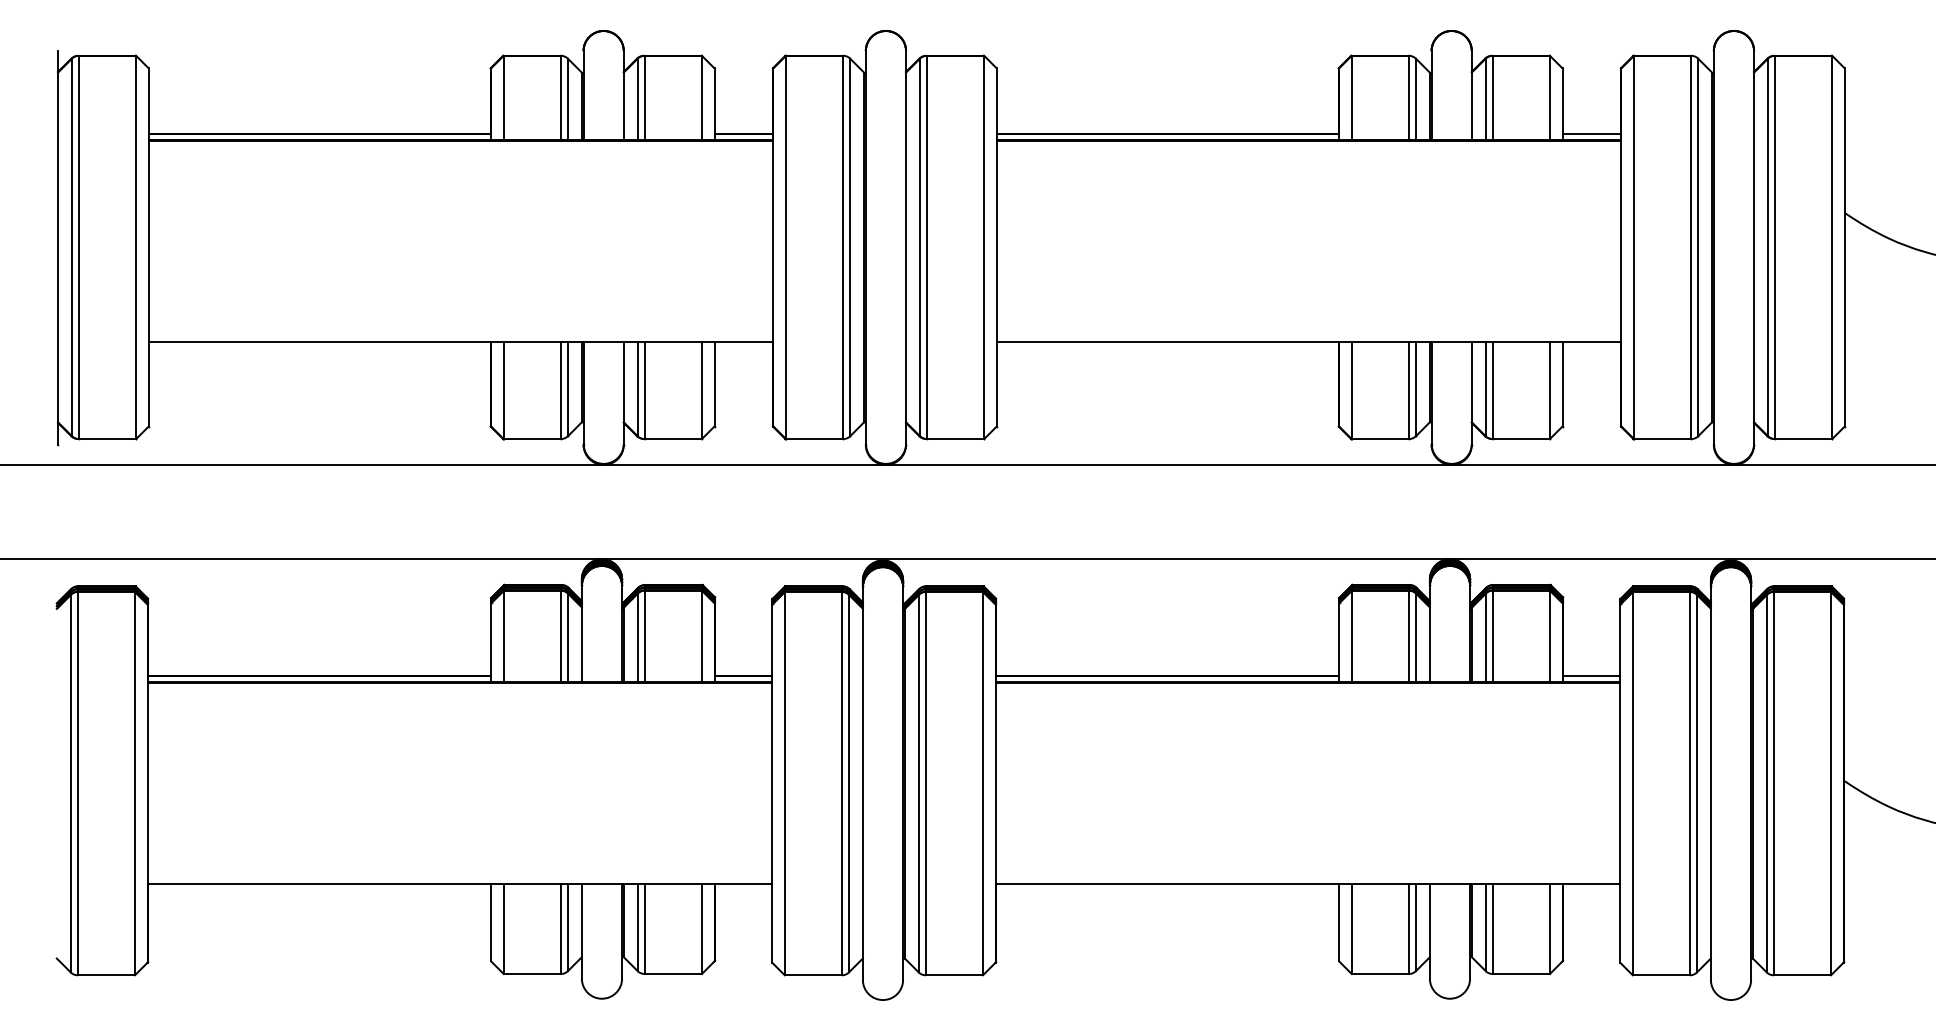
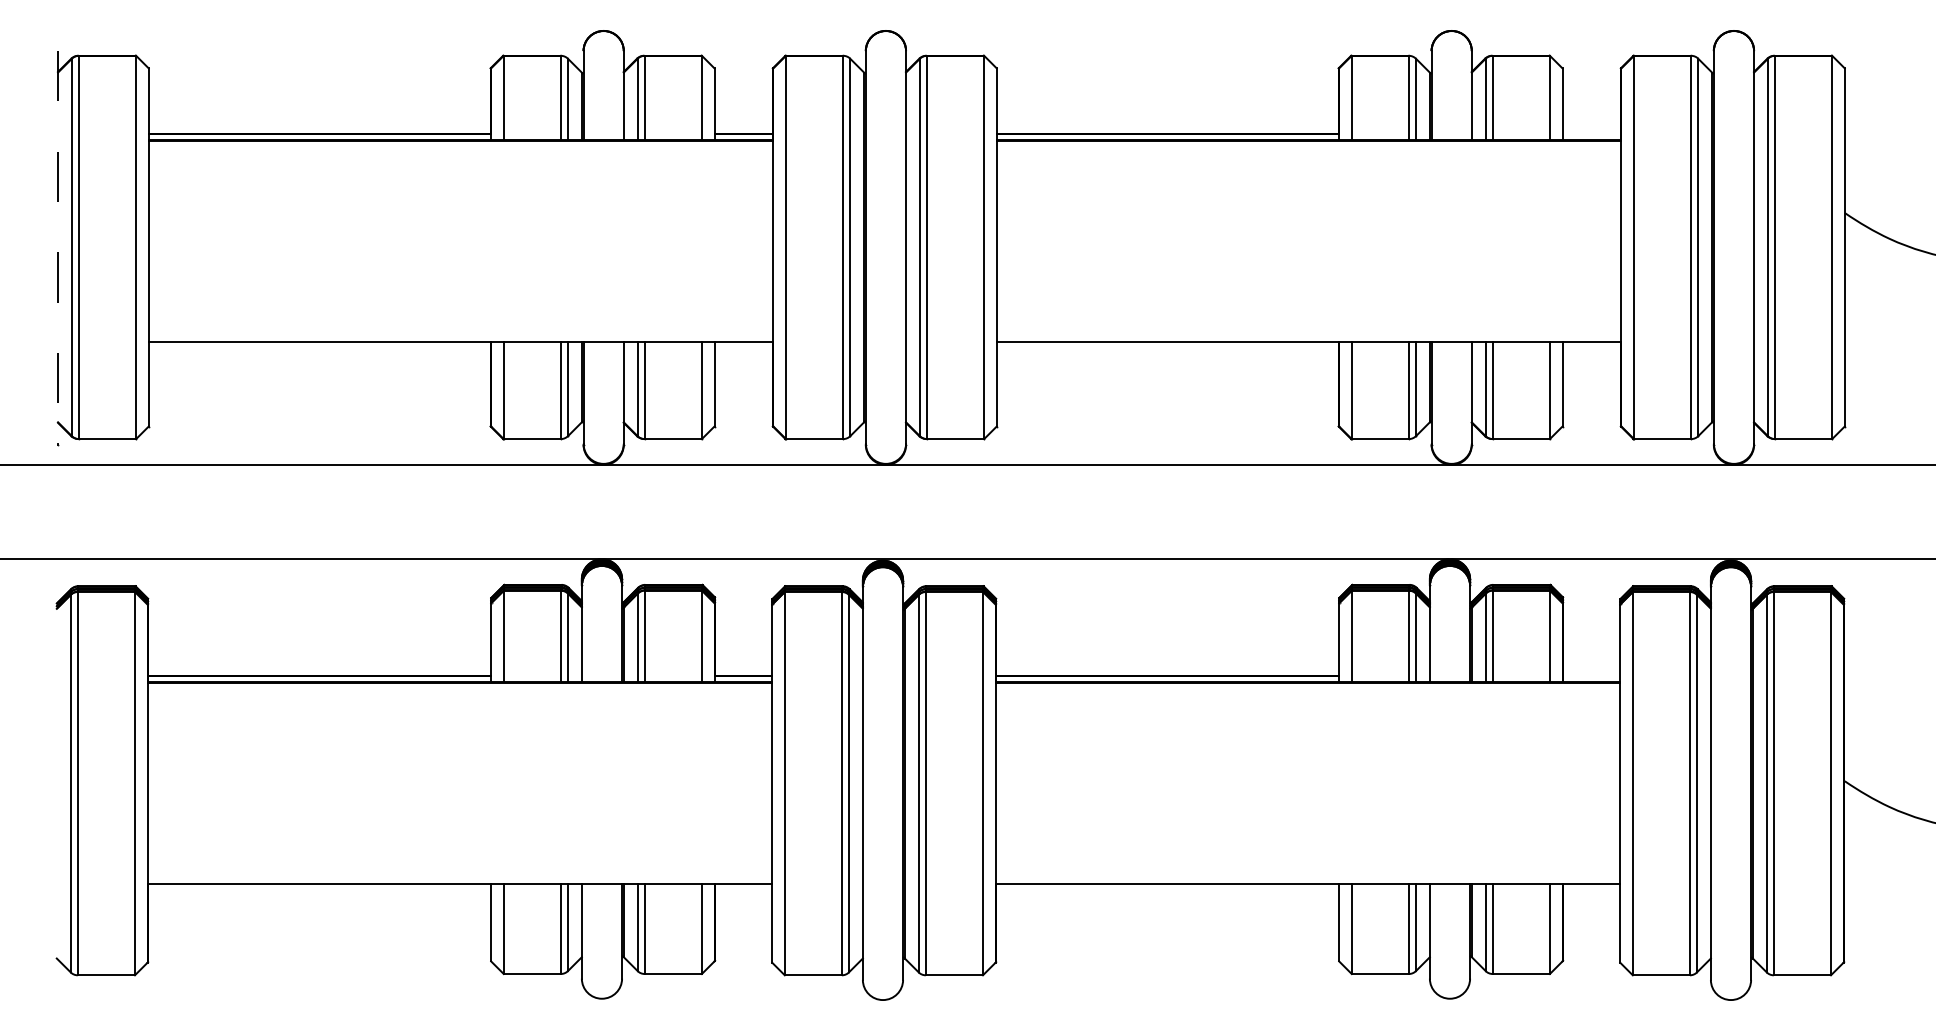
line at (1591, 133): present -> none
line at (58, 247): solid -> dashed
line at (1591, 675): present -> none
